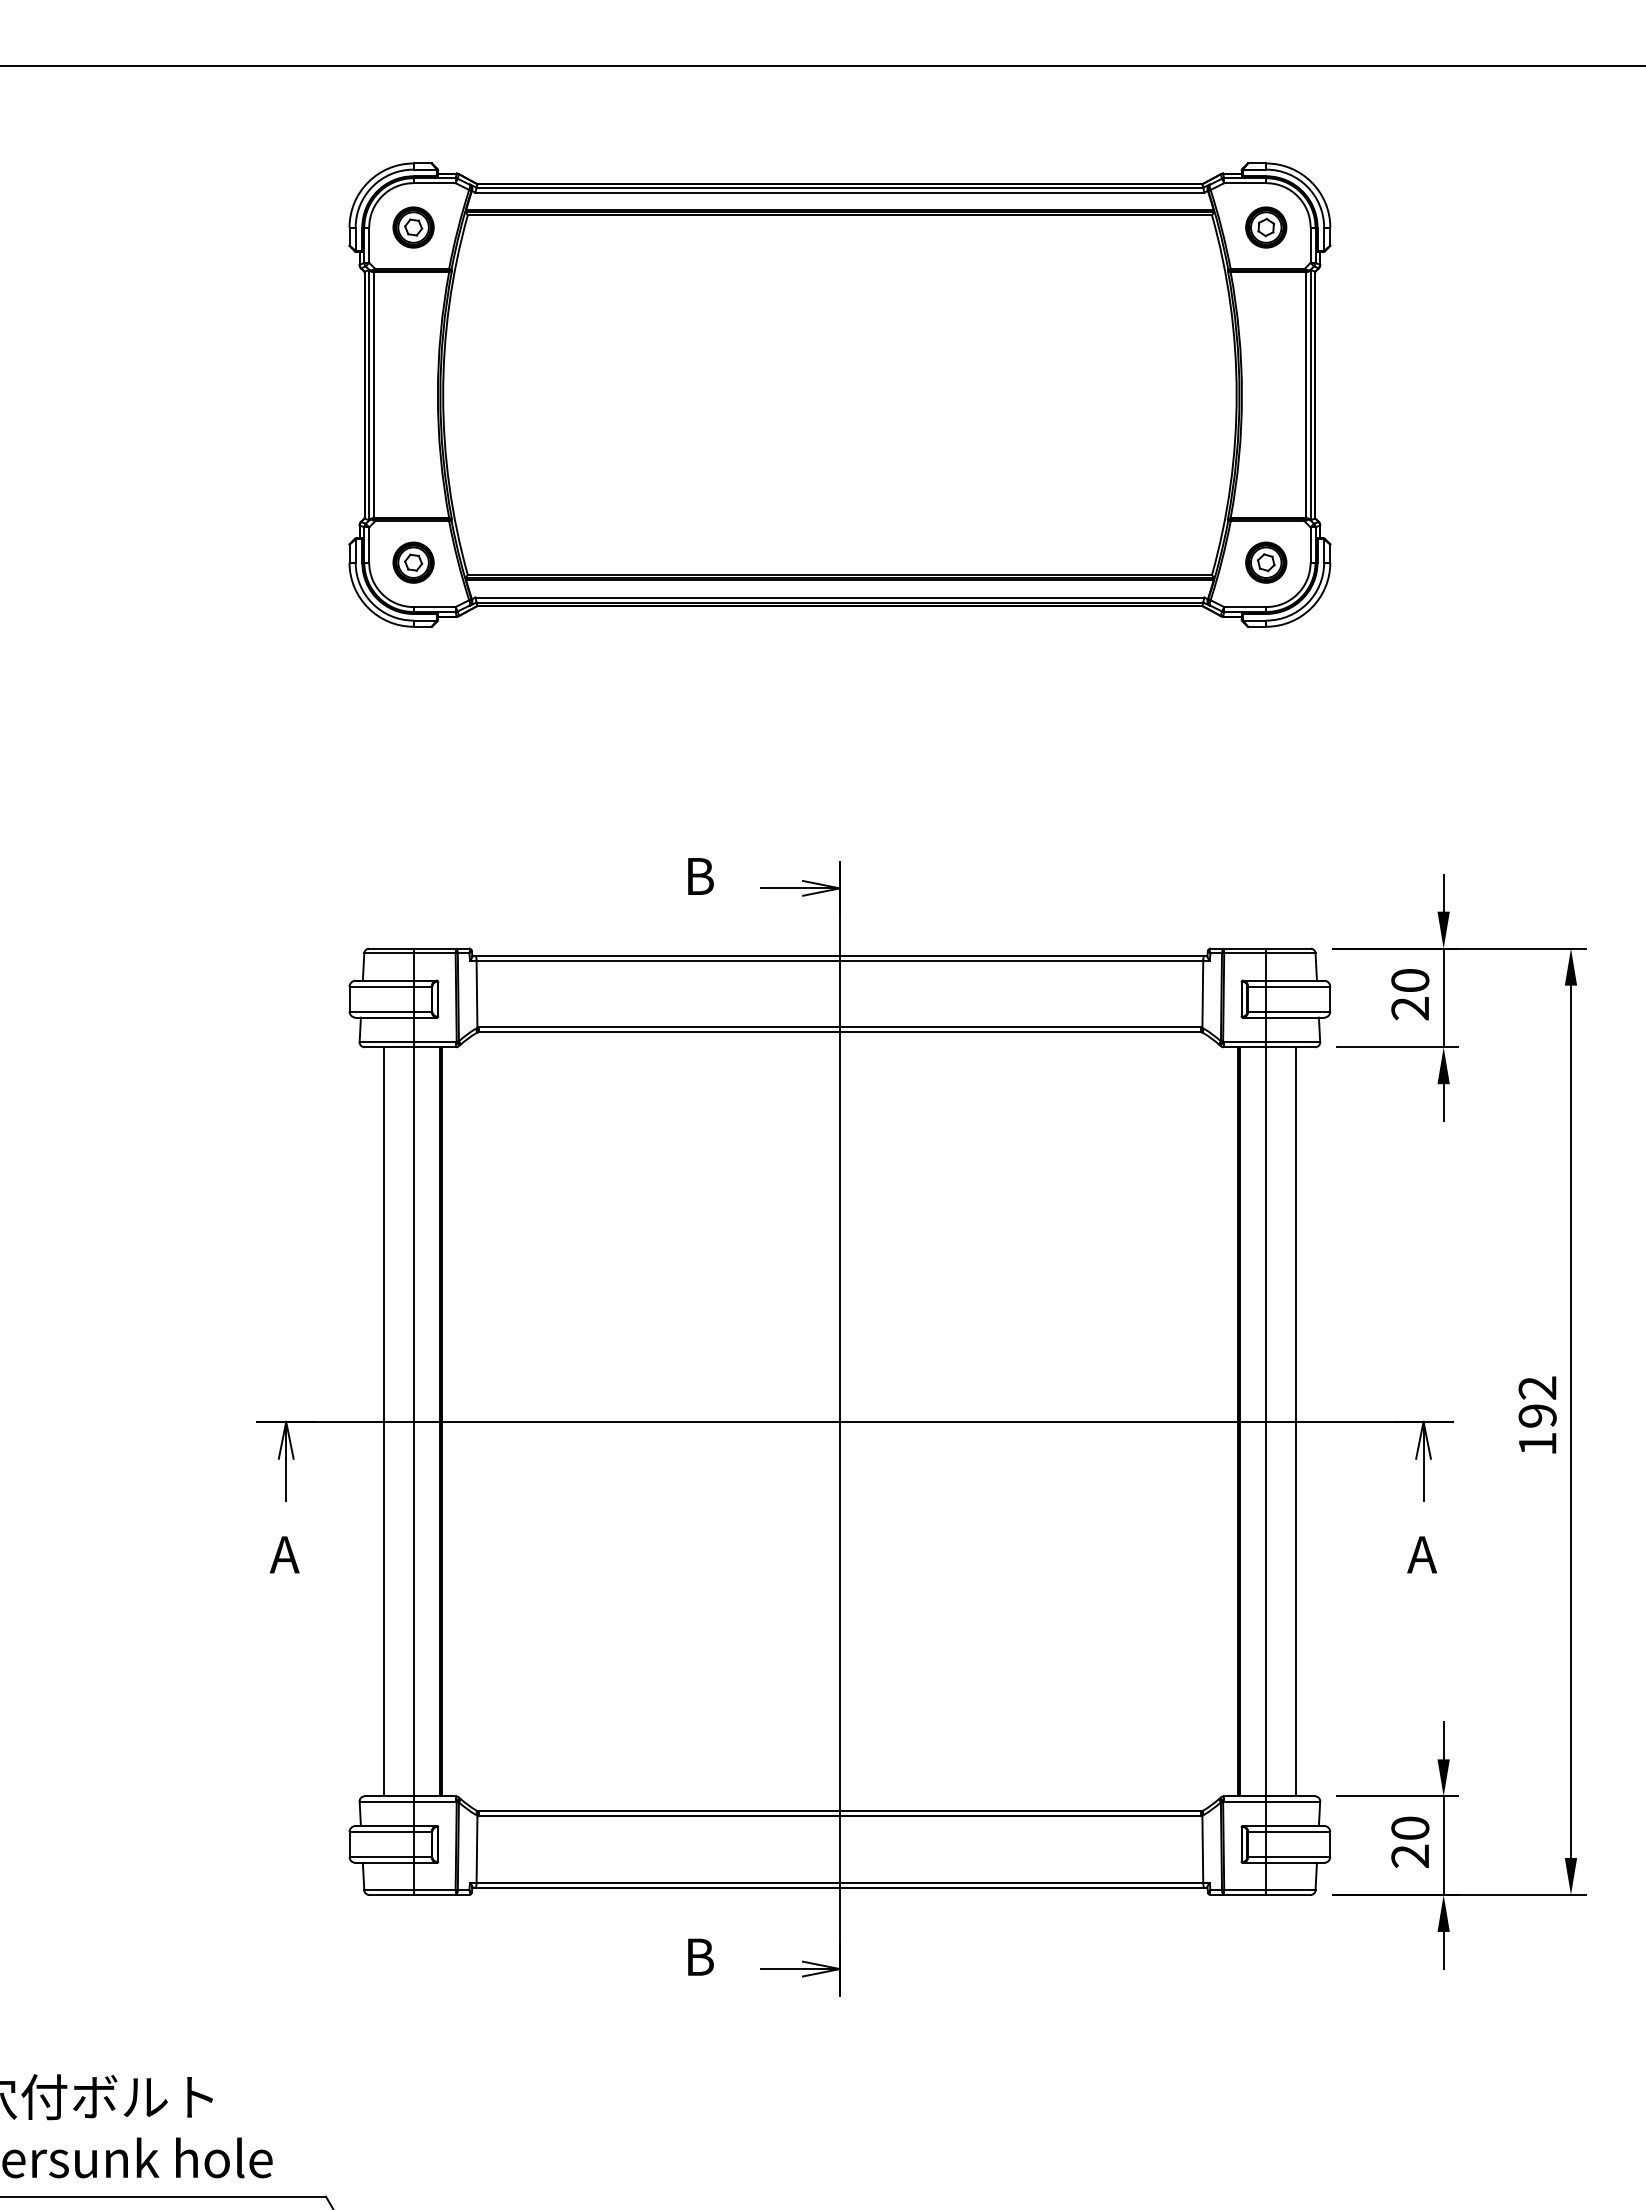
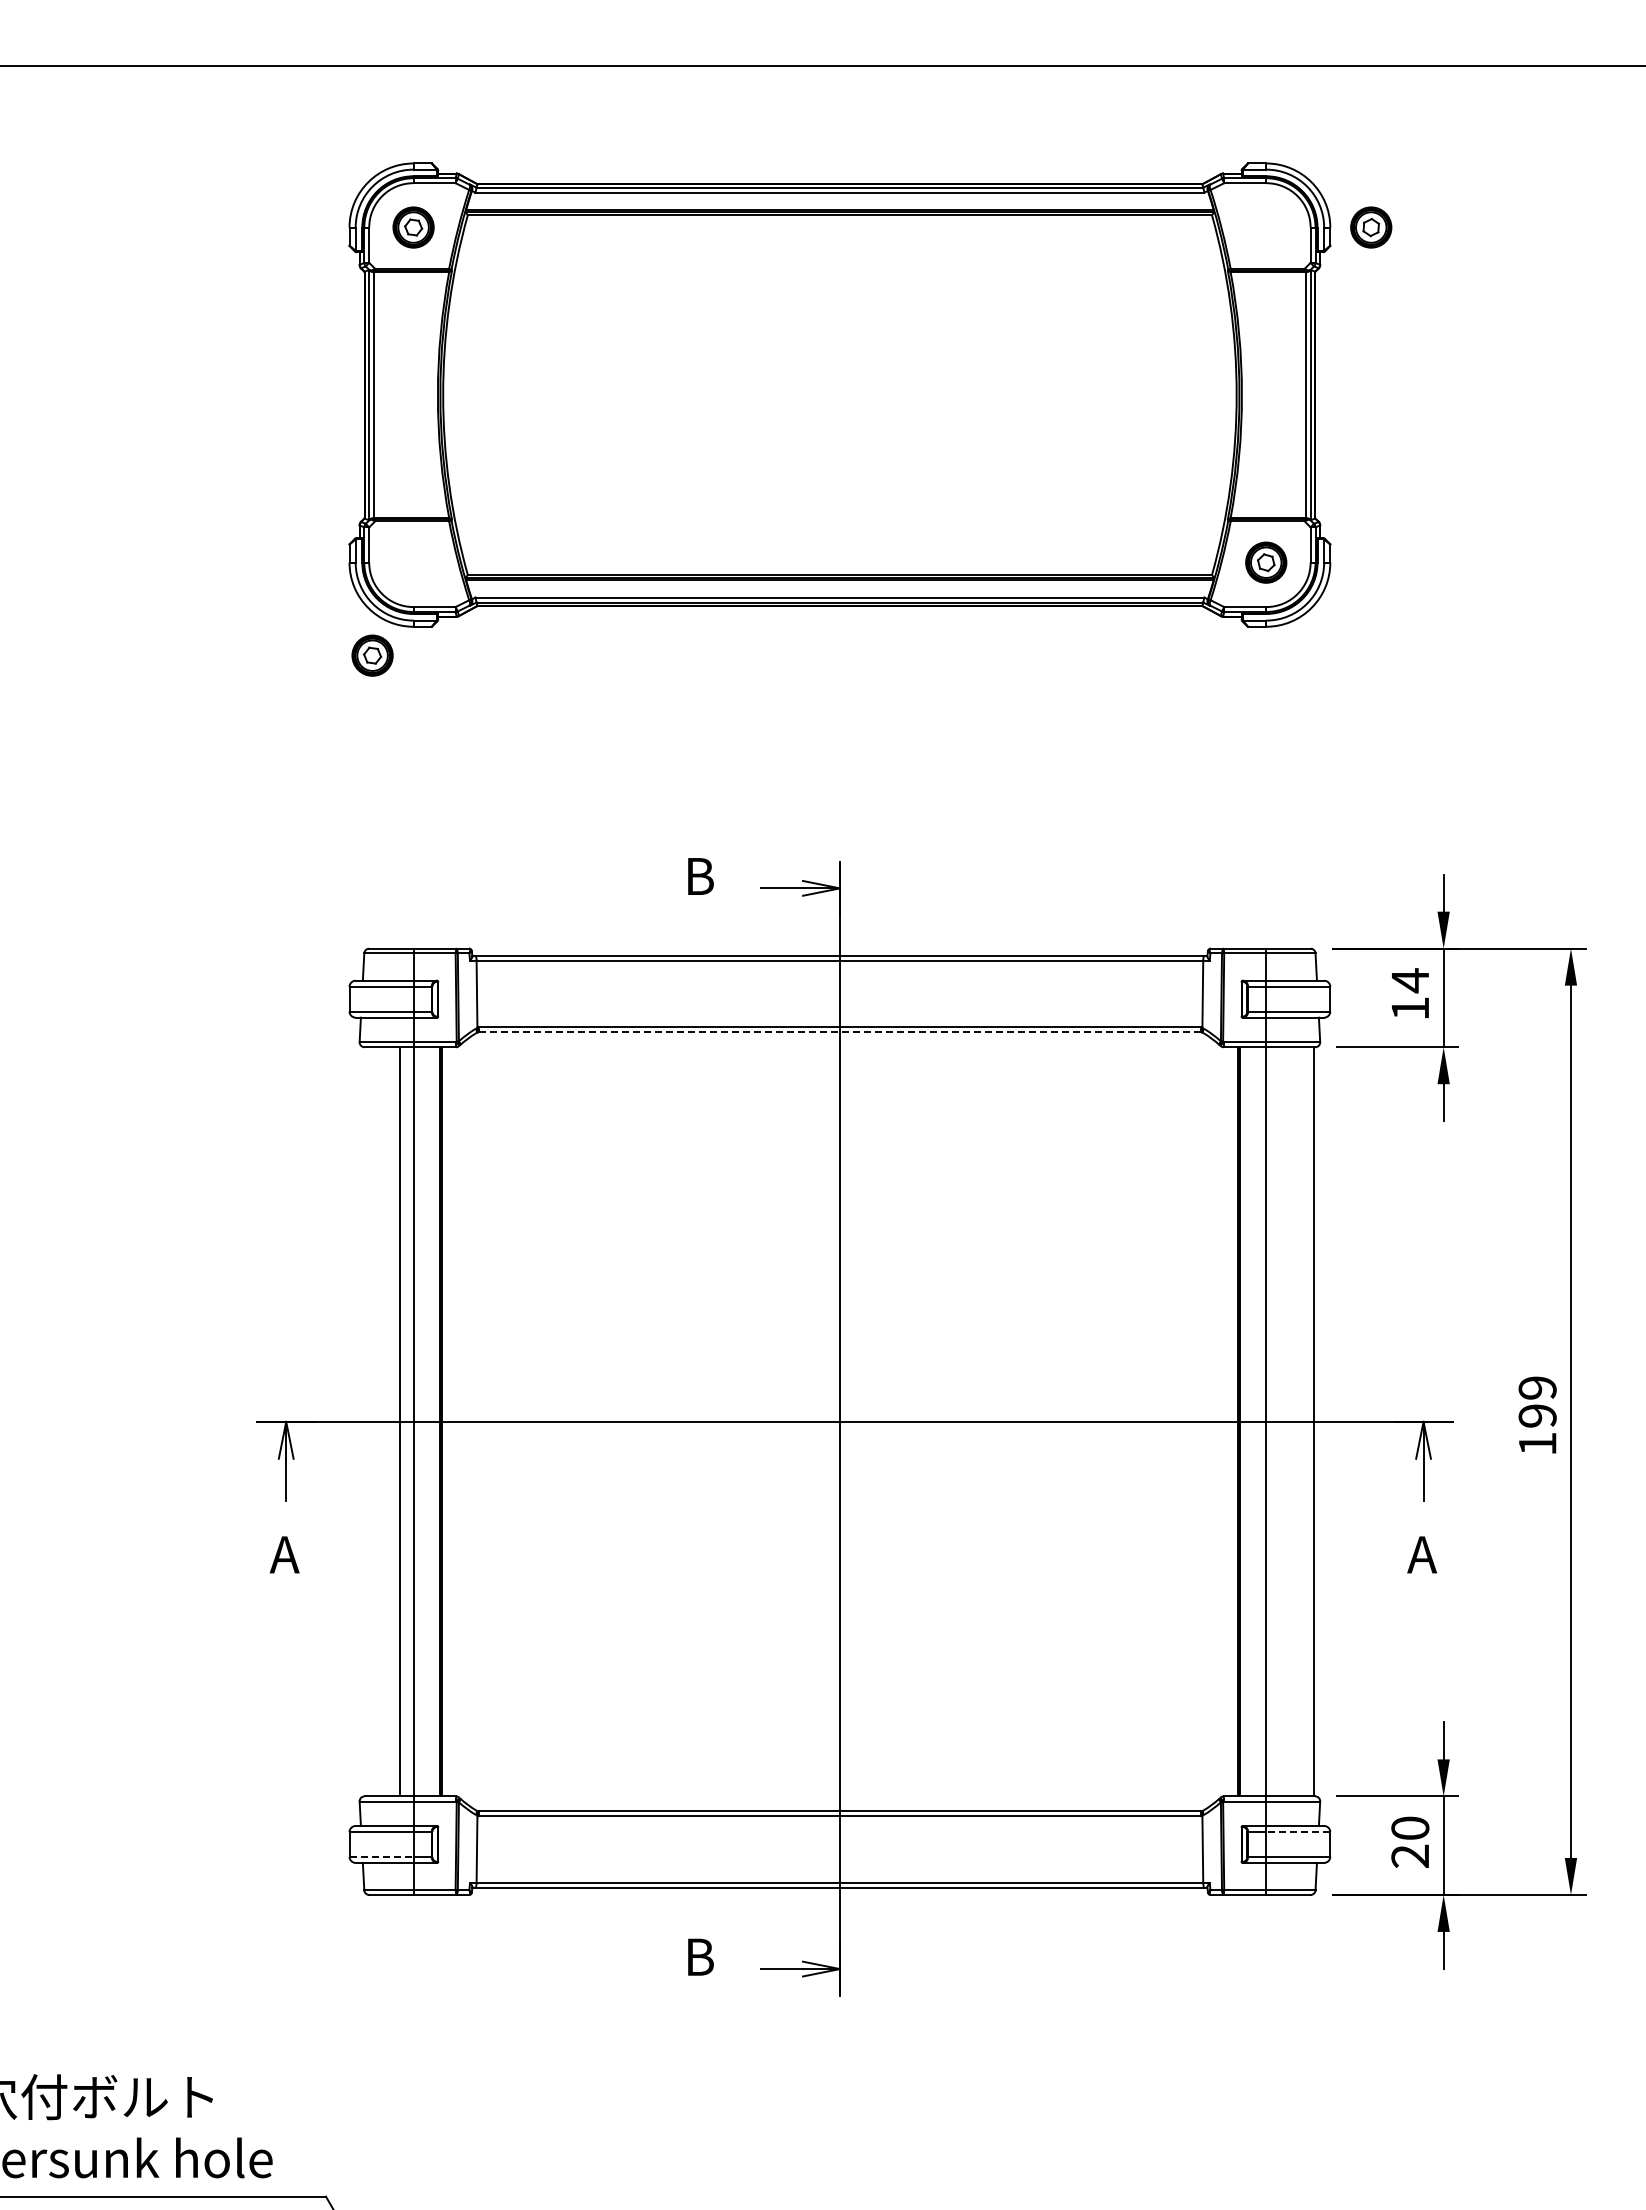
part at (1266, 227) position: (1266, 227) -> (1371, 227)
part at (413, 562) position: (413, 562) -> (372, 655)
text at (1410, 994): 20 -> 14
line at (840, 1032): solid -> dashed
text at (1537, 1387): 192 -> 199
line at (384, 1421) position: (384, 1421) -> (400, 1421)
line at (1295, 1421) position: (1295, 1421) -> (1313, 1421)
line at (1297, 1832): solid -> dashed
line at (382, 1856): solid -> dashed
